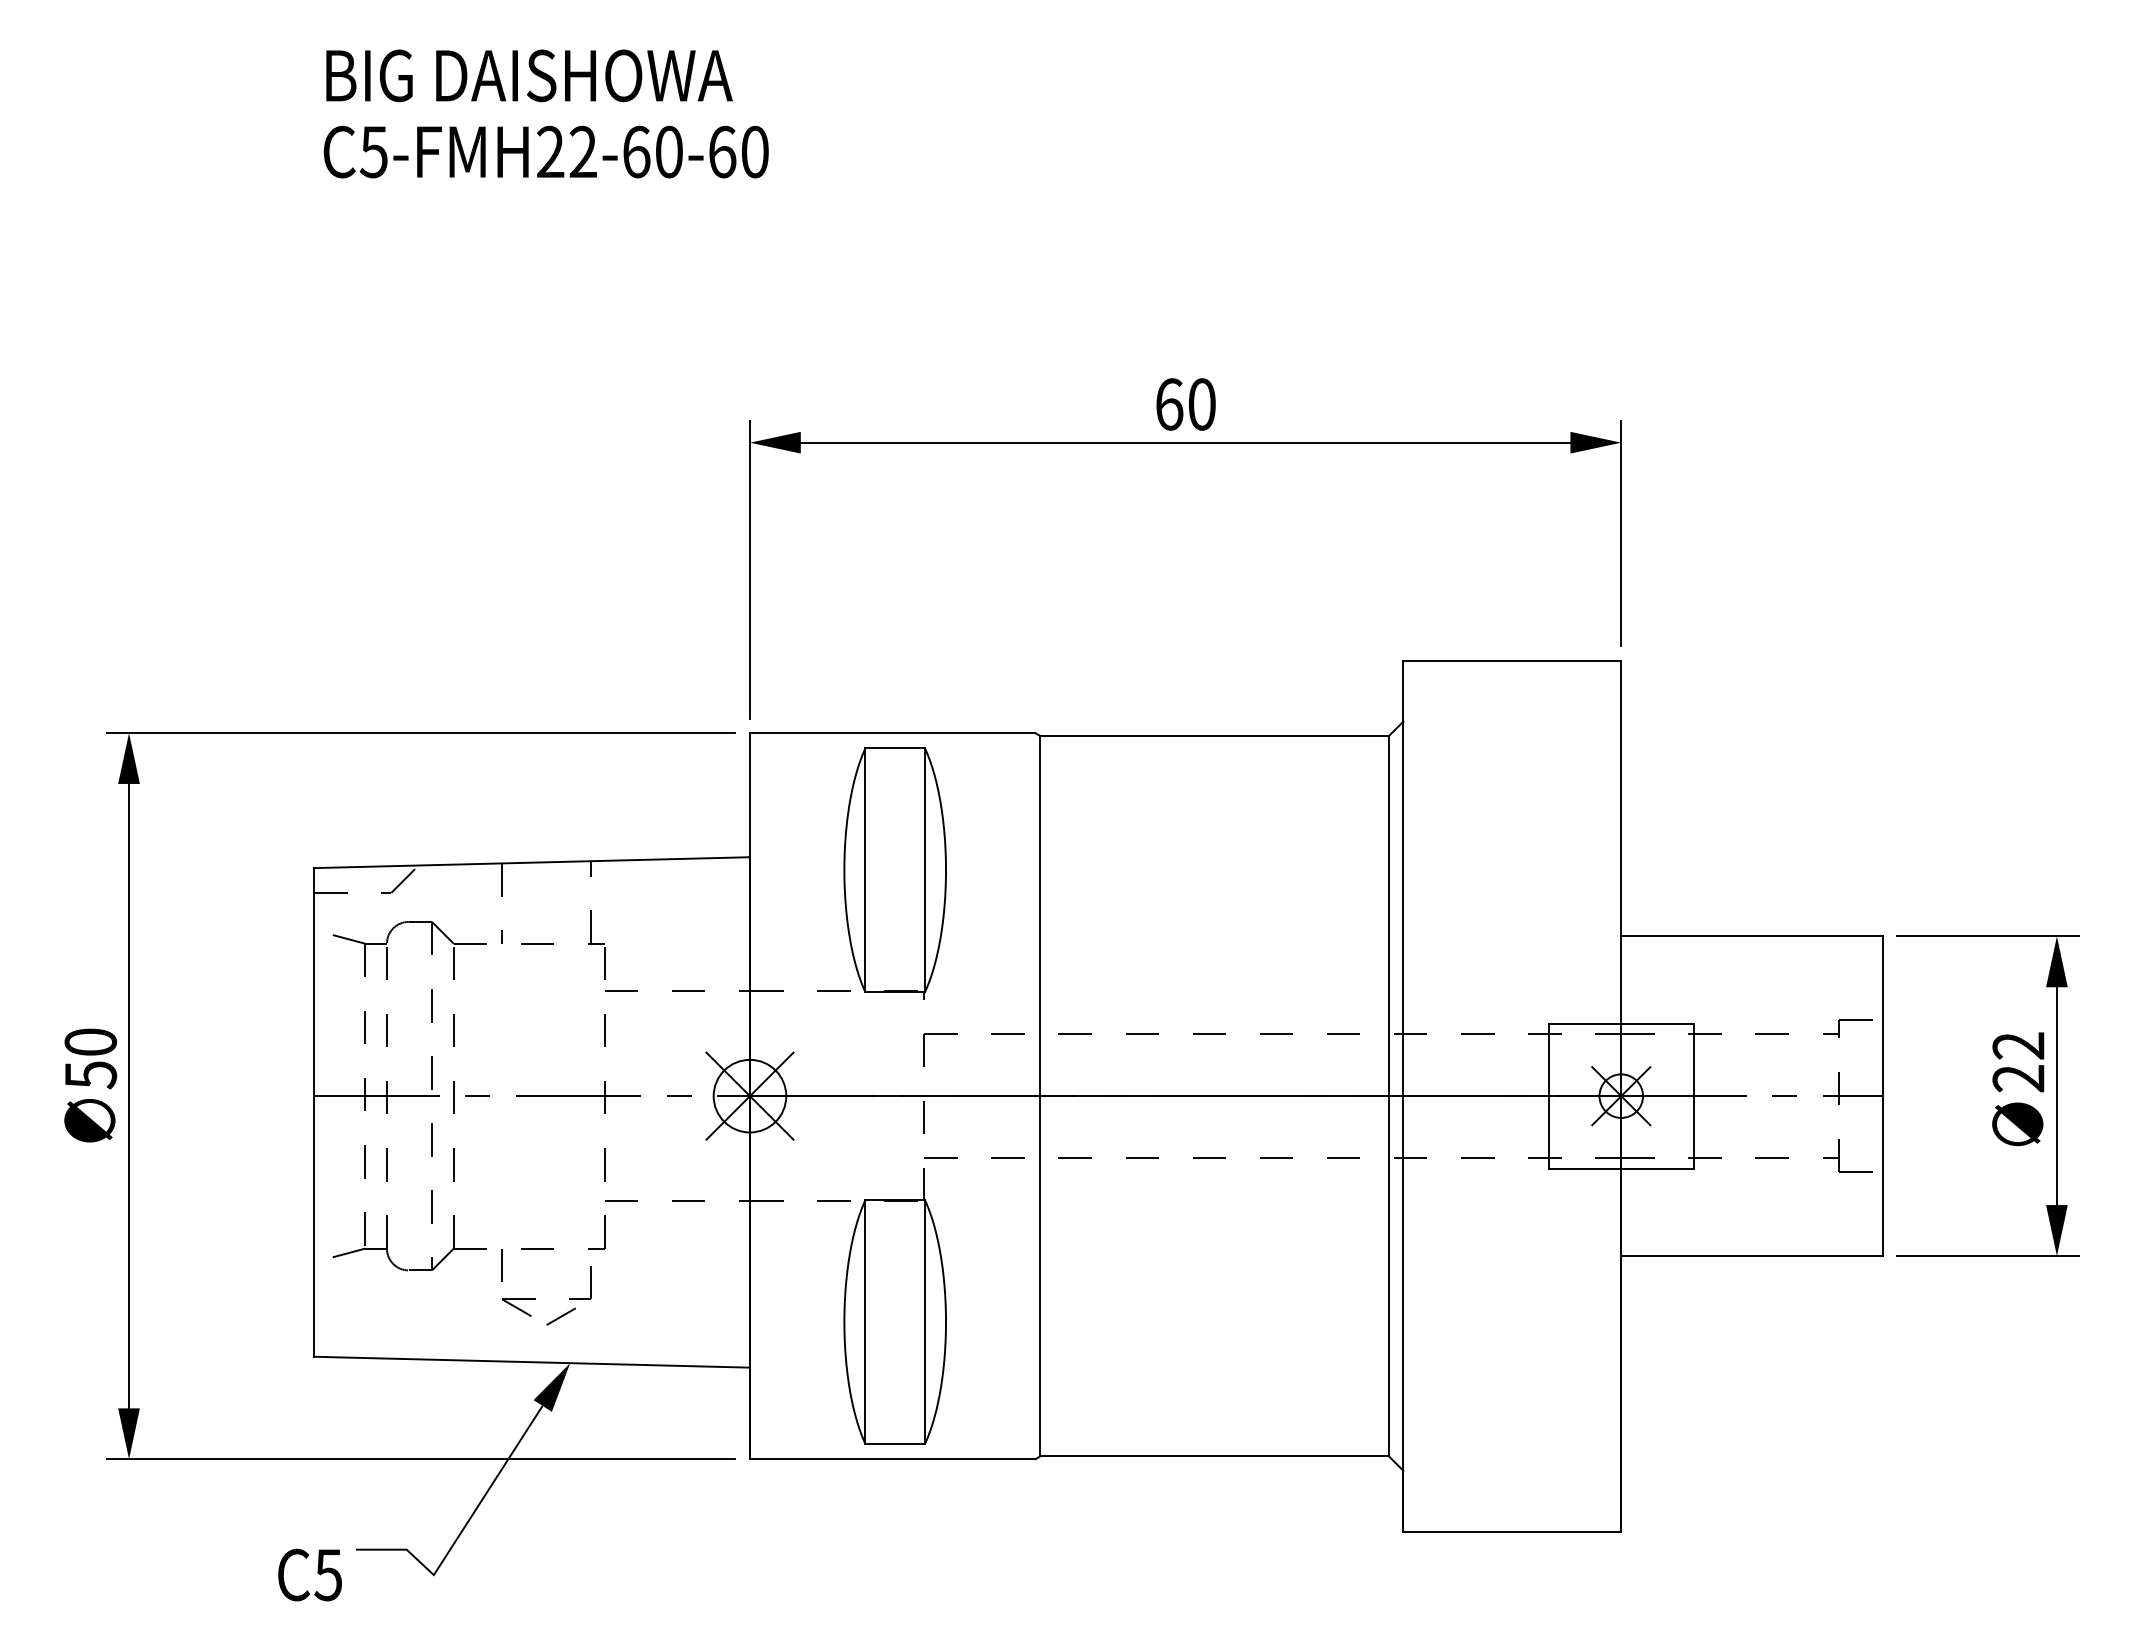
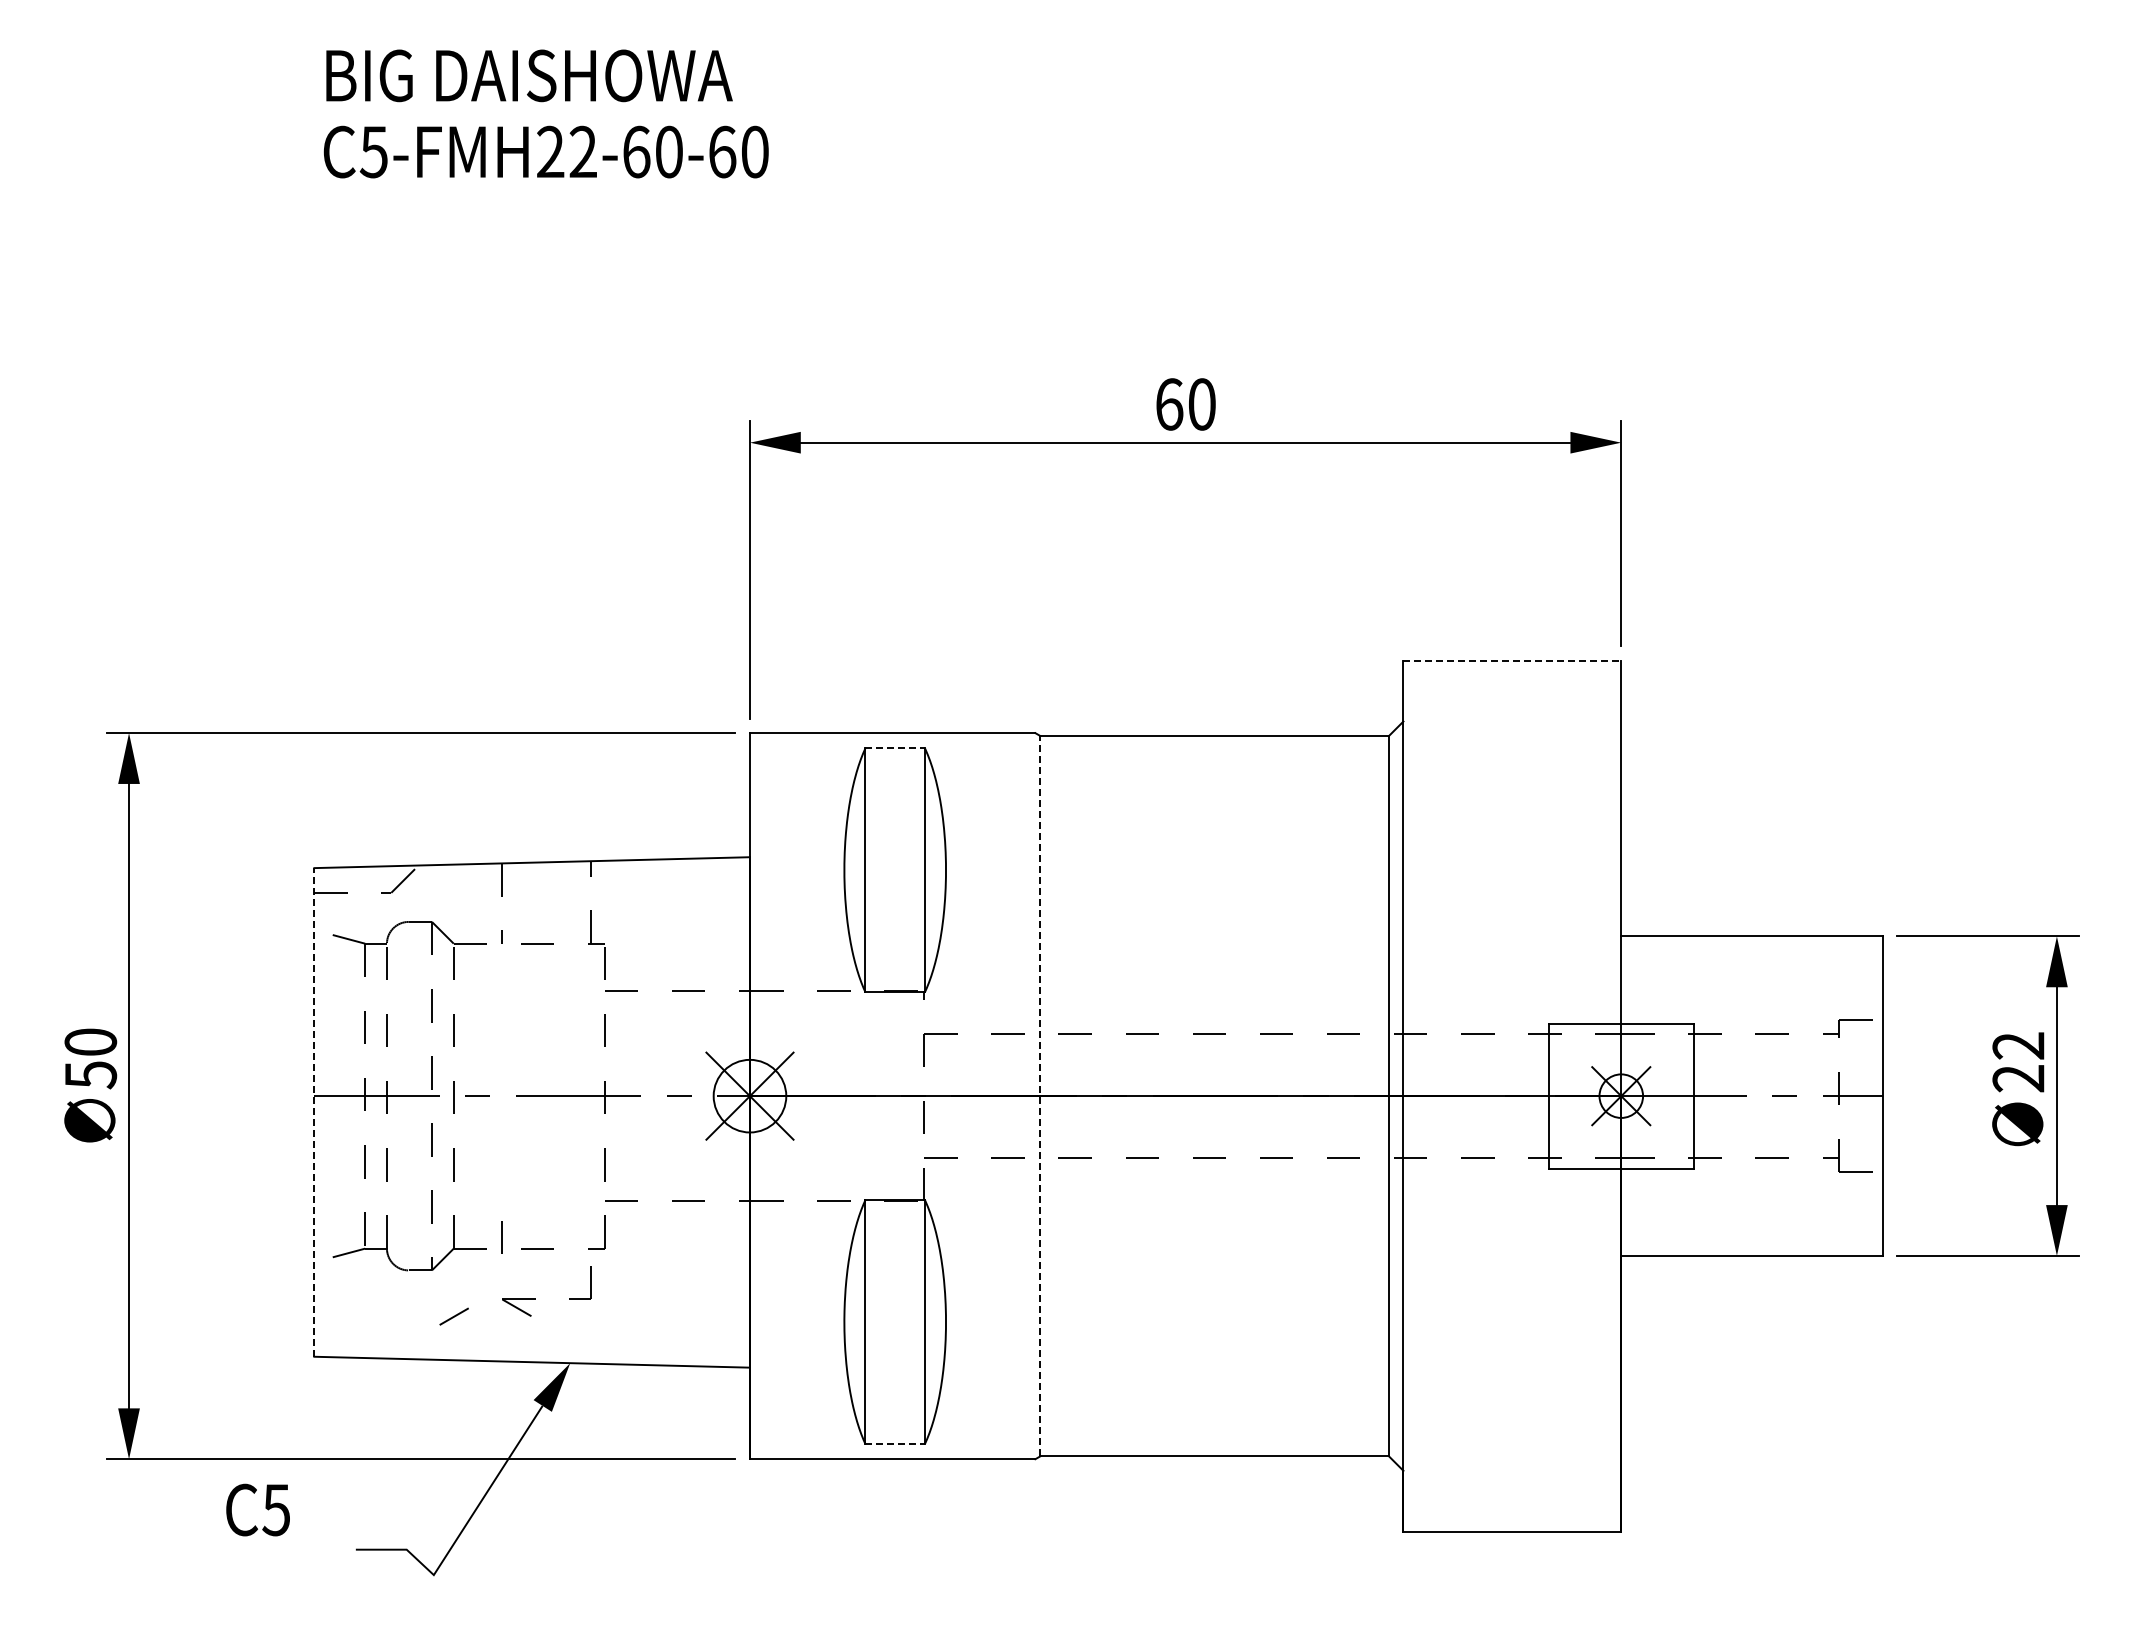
line at (1512, 660): solid -> dashed
line at (895, 748): solid -> dashed
line at (1040, 1095): solid -> dashed
line at (314, 1111): solid -> dashed
line at (501, 1265) position: (501, 1265) -> (501, 1237)
line at (560, 1316) position: (560, 1316) -> (453, 1316)
line at (895, 1444): solid -> dashed
text at (309, 1574) position: (309, 1574) -> (257, 1509)
